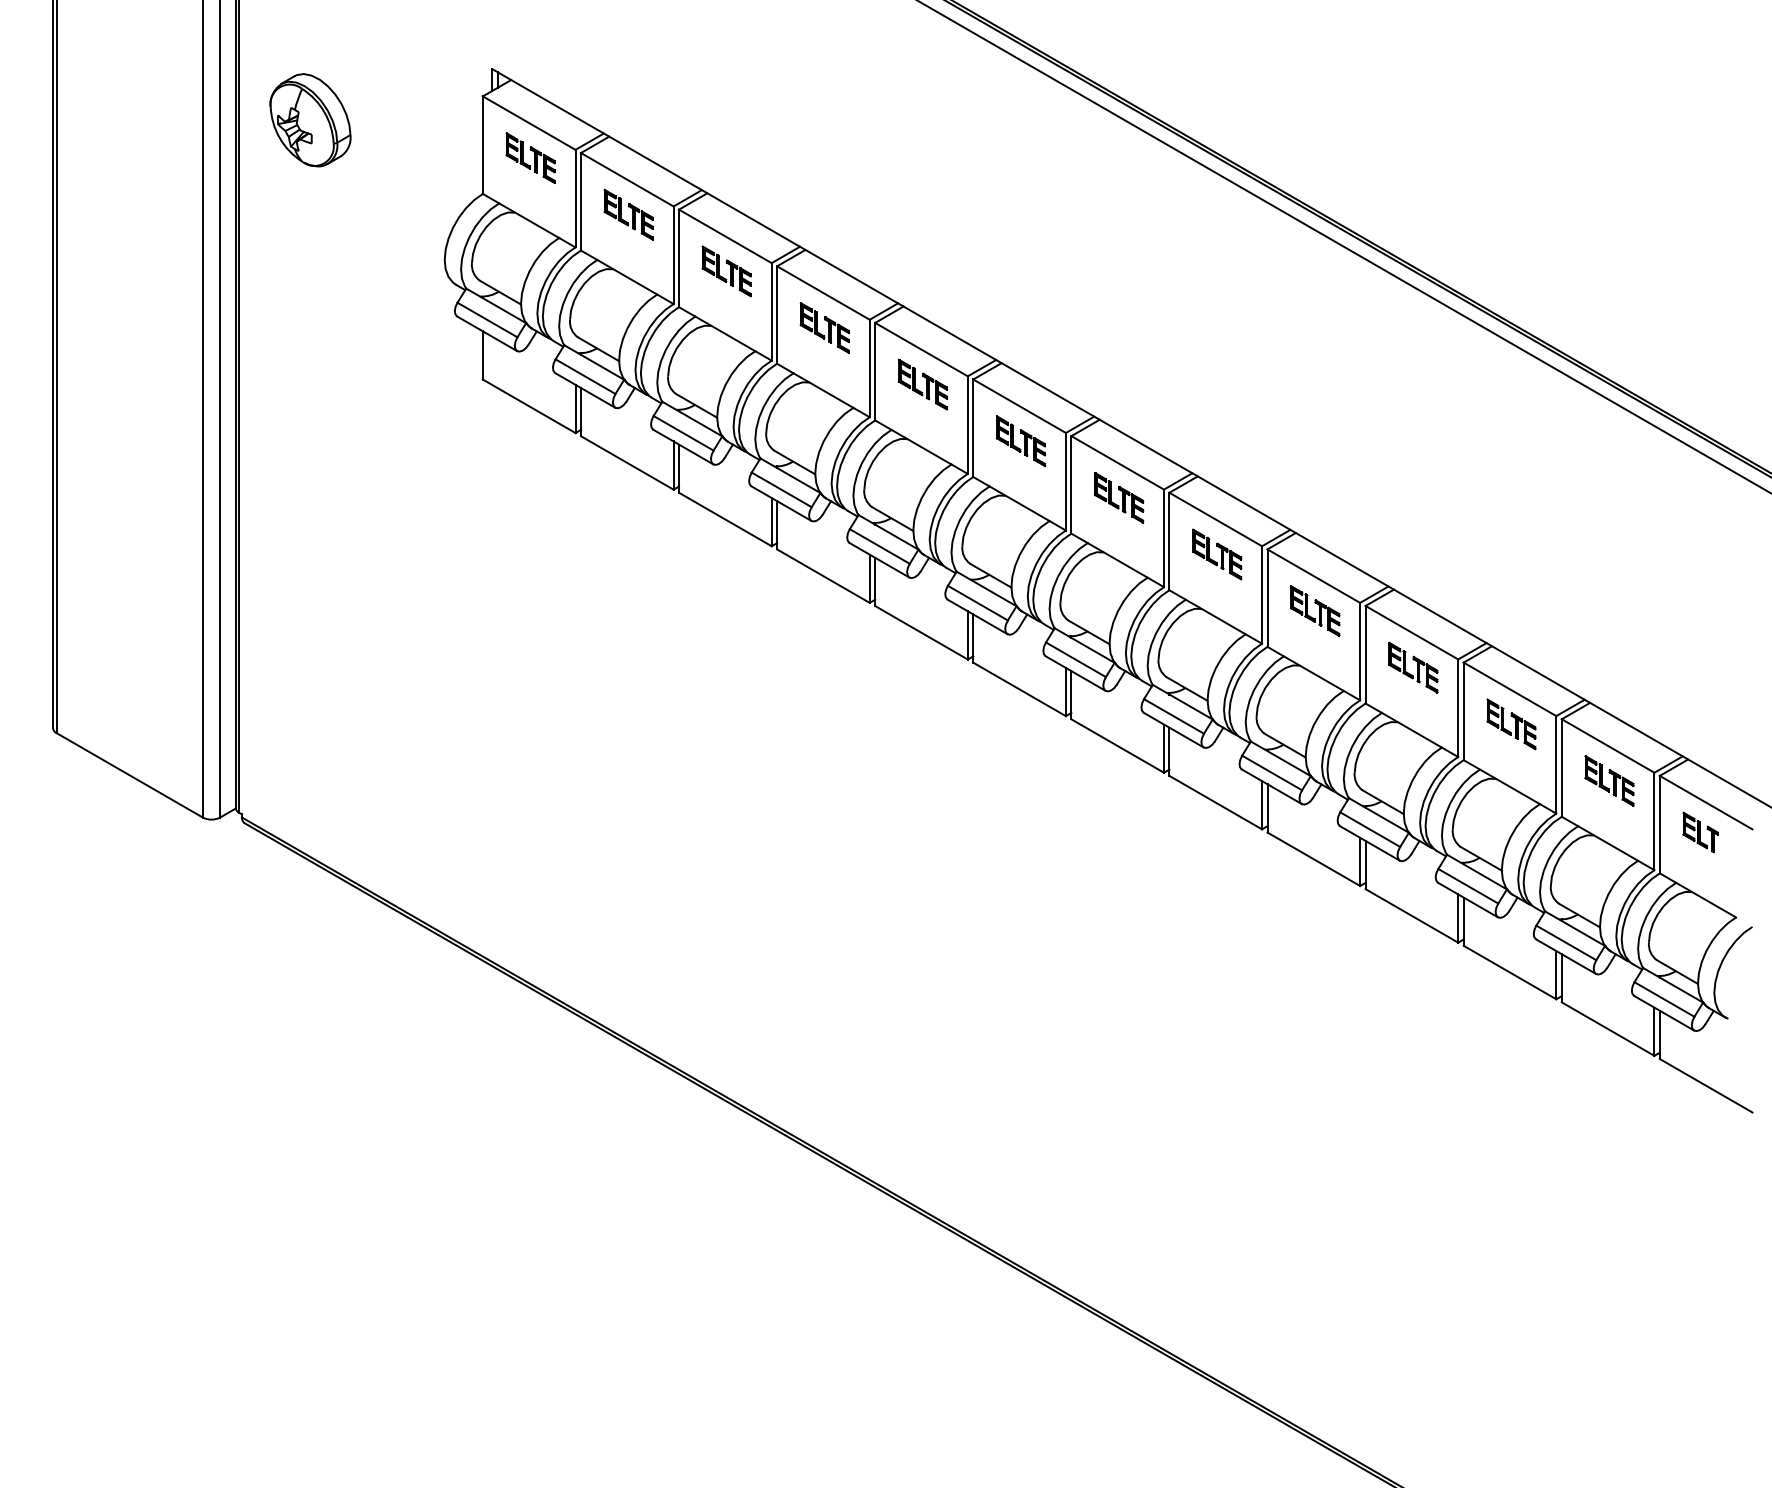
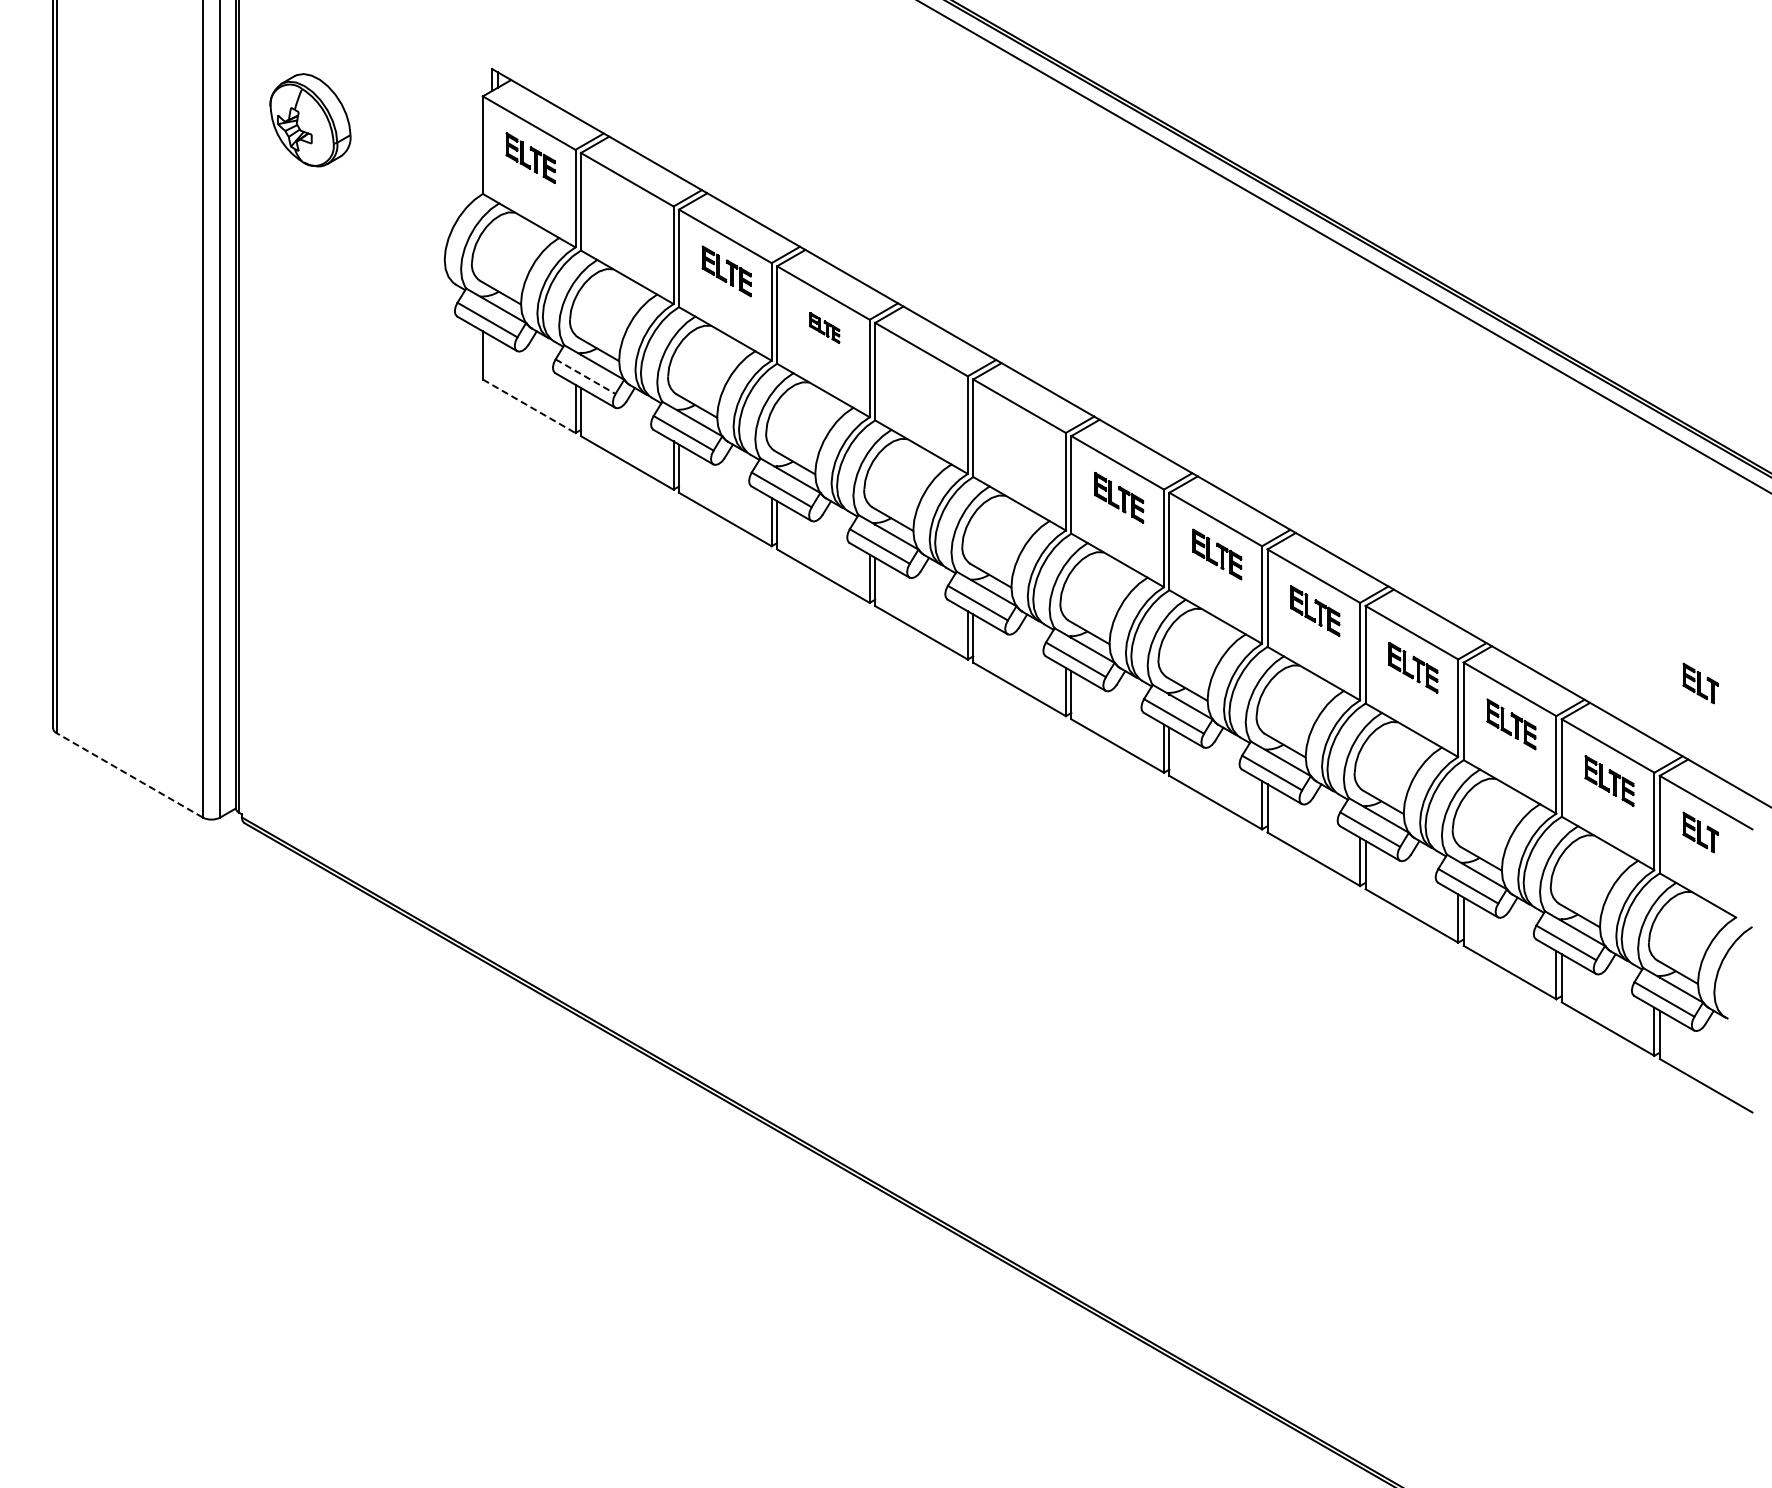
part at (628, 214): present -> none
part at (824, 327) size: 51x52 px -> 32x32 px
line at (585, 376): solid -> dashed
part at (922, 384): present -> none
line at (529, 406): solid -> dashed
part at (1021, 441): present -> none
part at (1700, 683): none -> present
line at (129, 775): solid -> dashed
